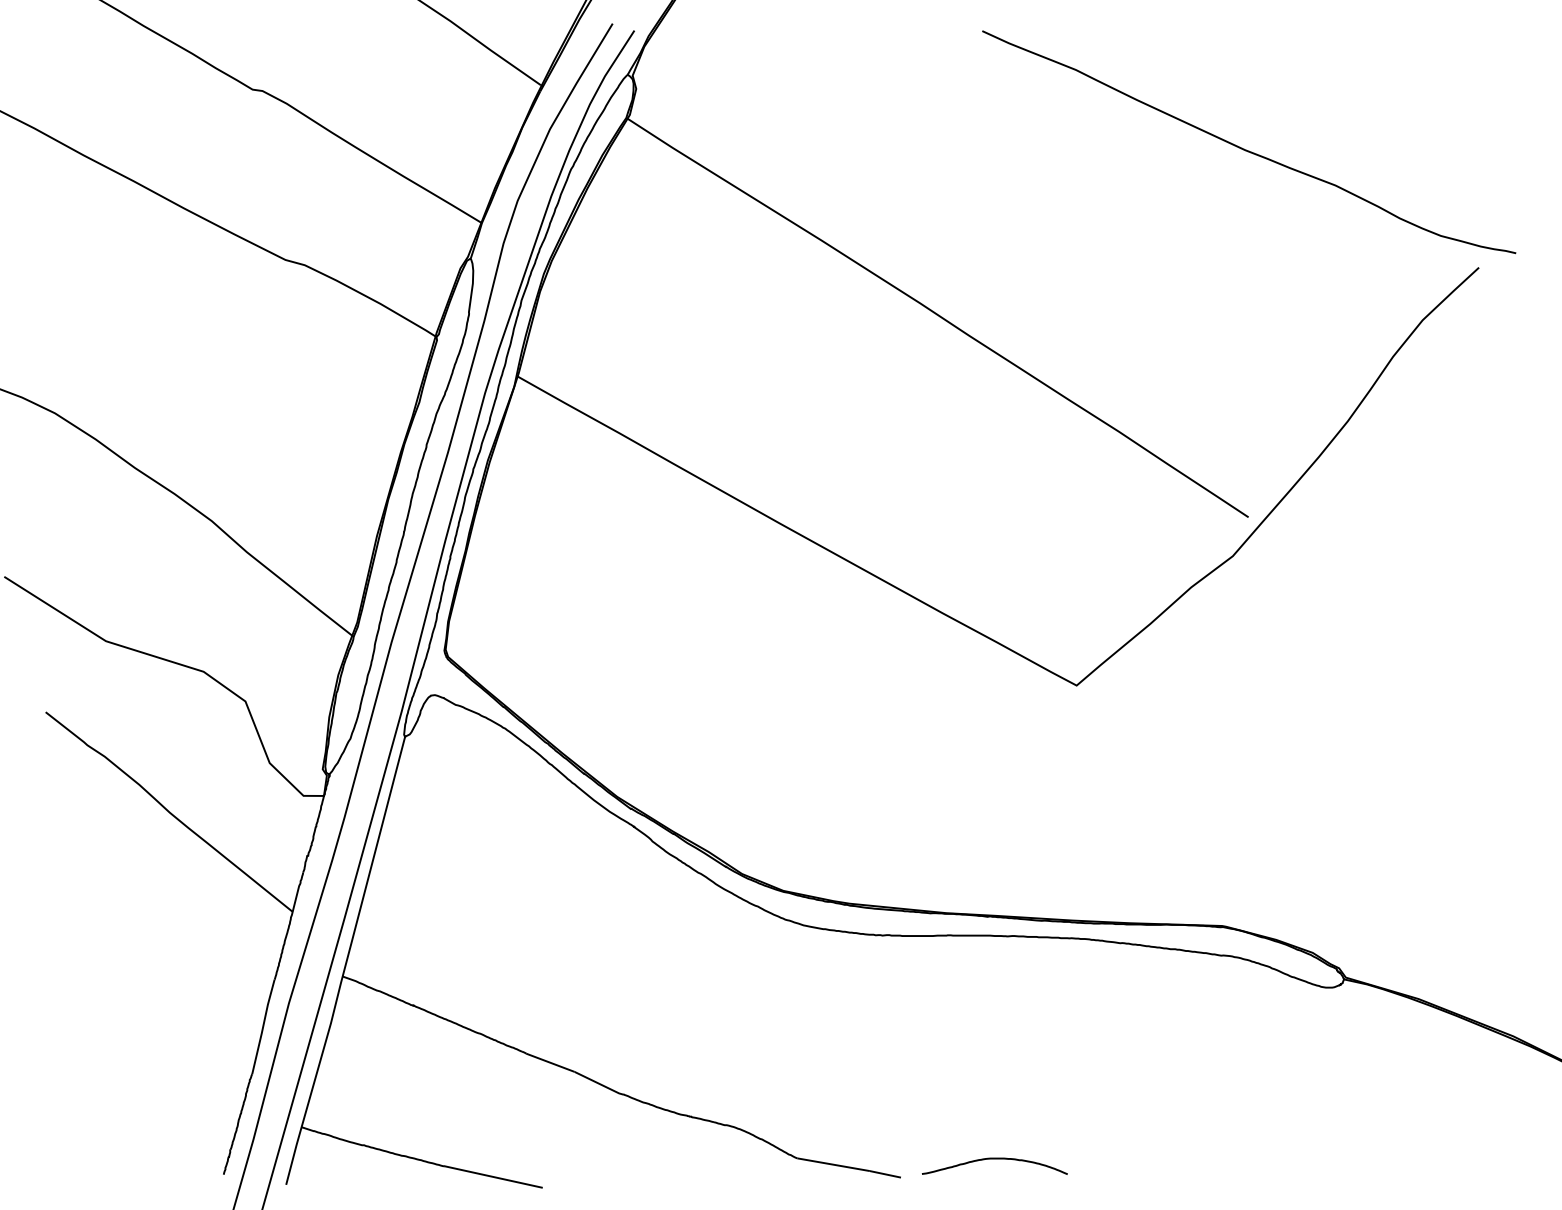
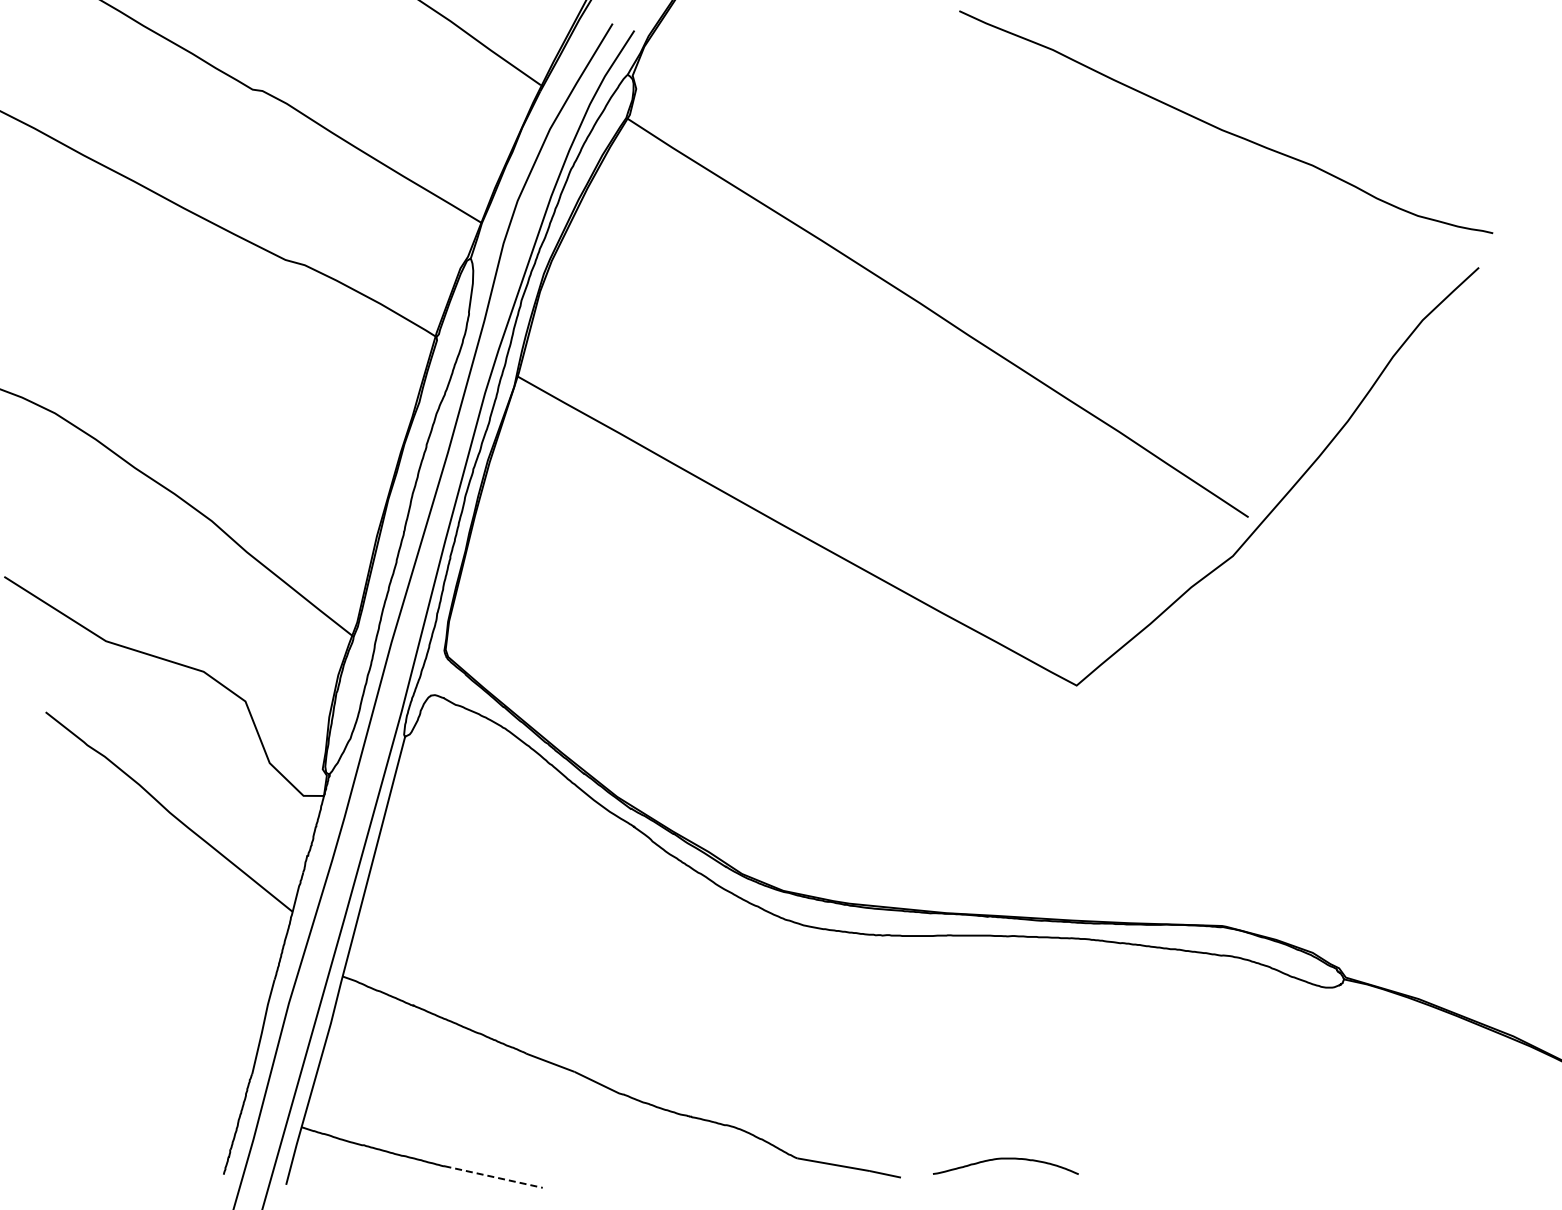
curve at (1246, 149) position: (1246, 149) -> (1223, 129)
curve at (994, 1159) position: (994, 1159) -> (1005, 1159)
line at (494, 1177): solid -> dashed
